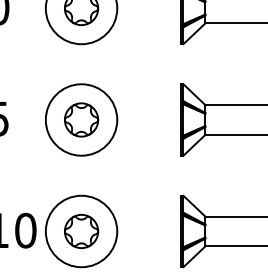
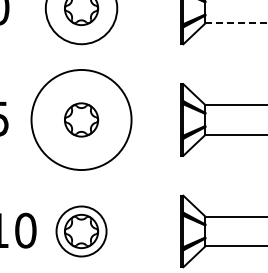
line at (236, 23): solid -> dashed
circle at (81, 119) diameter: 71 px -> 100 px
circle at (81, 231) diameter: 71 px -> 50 px
